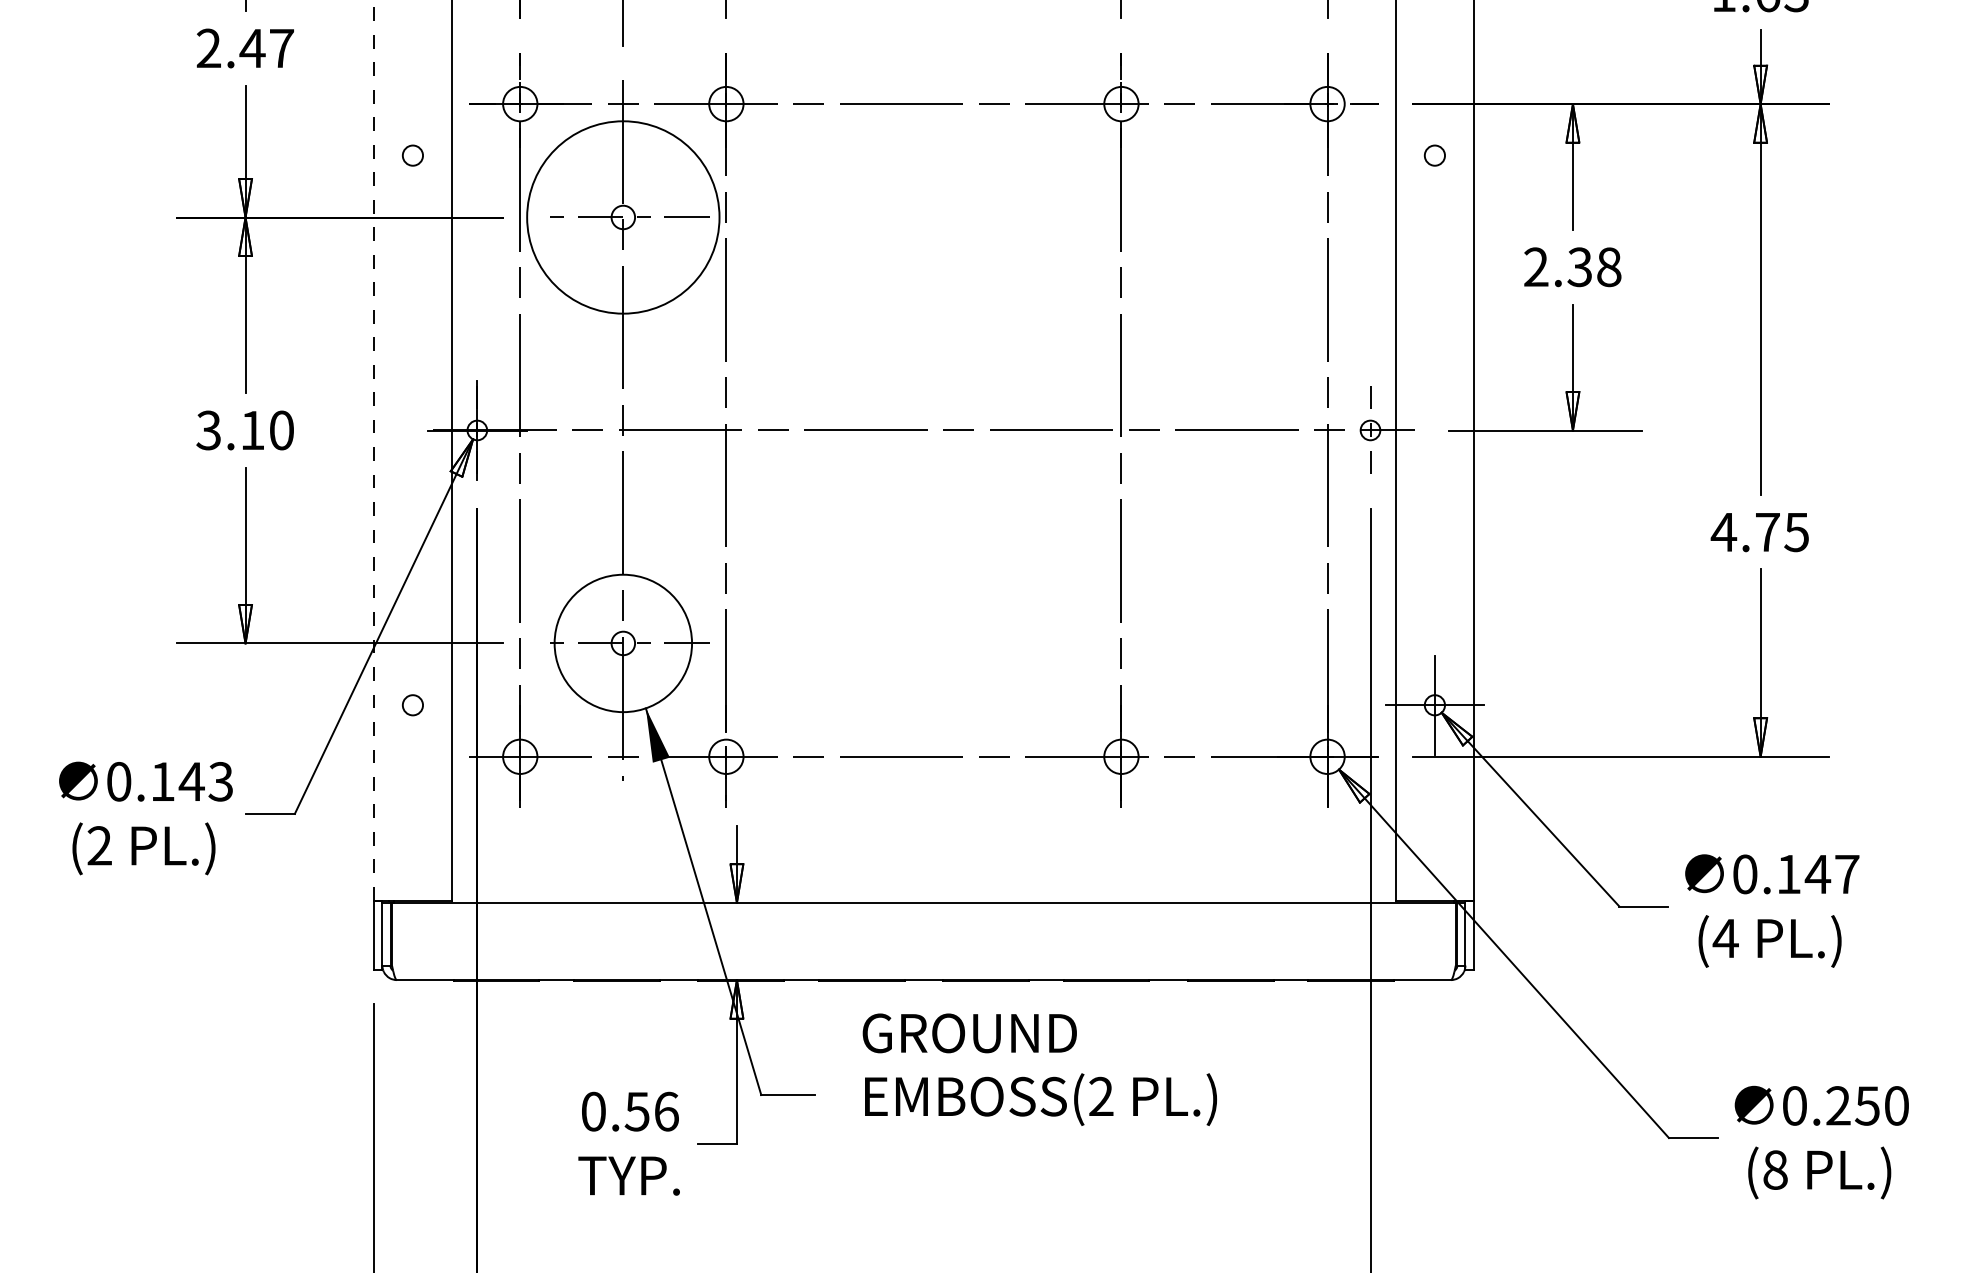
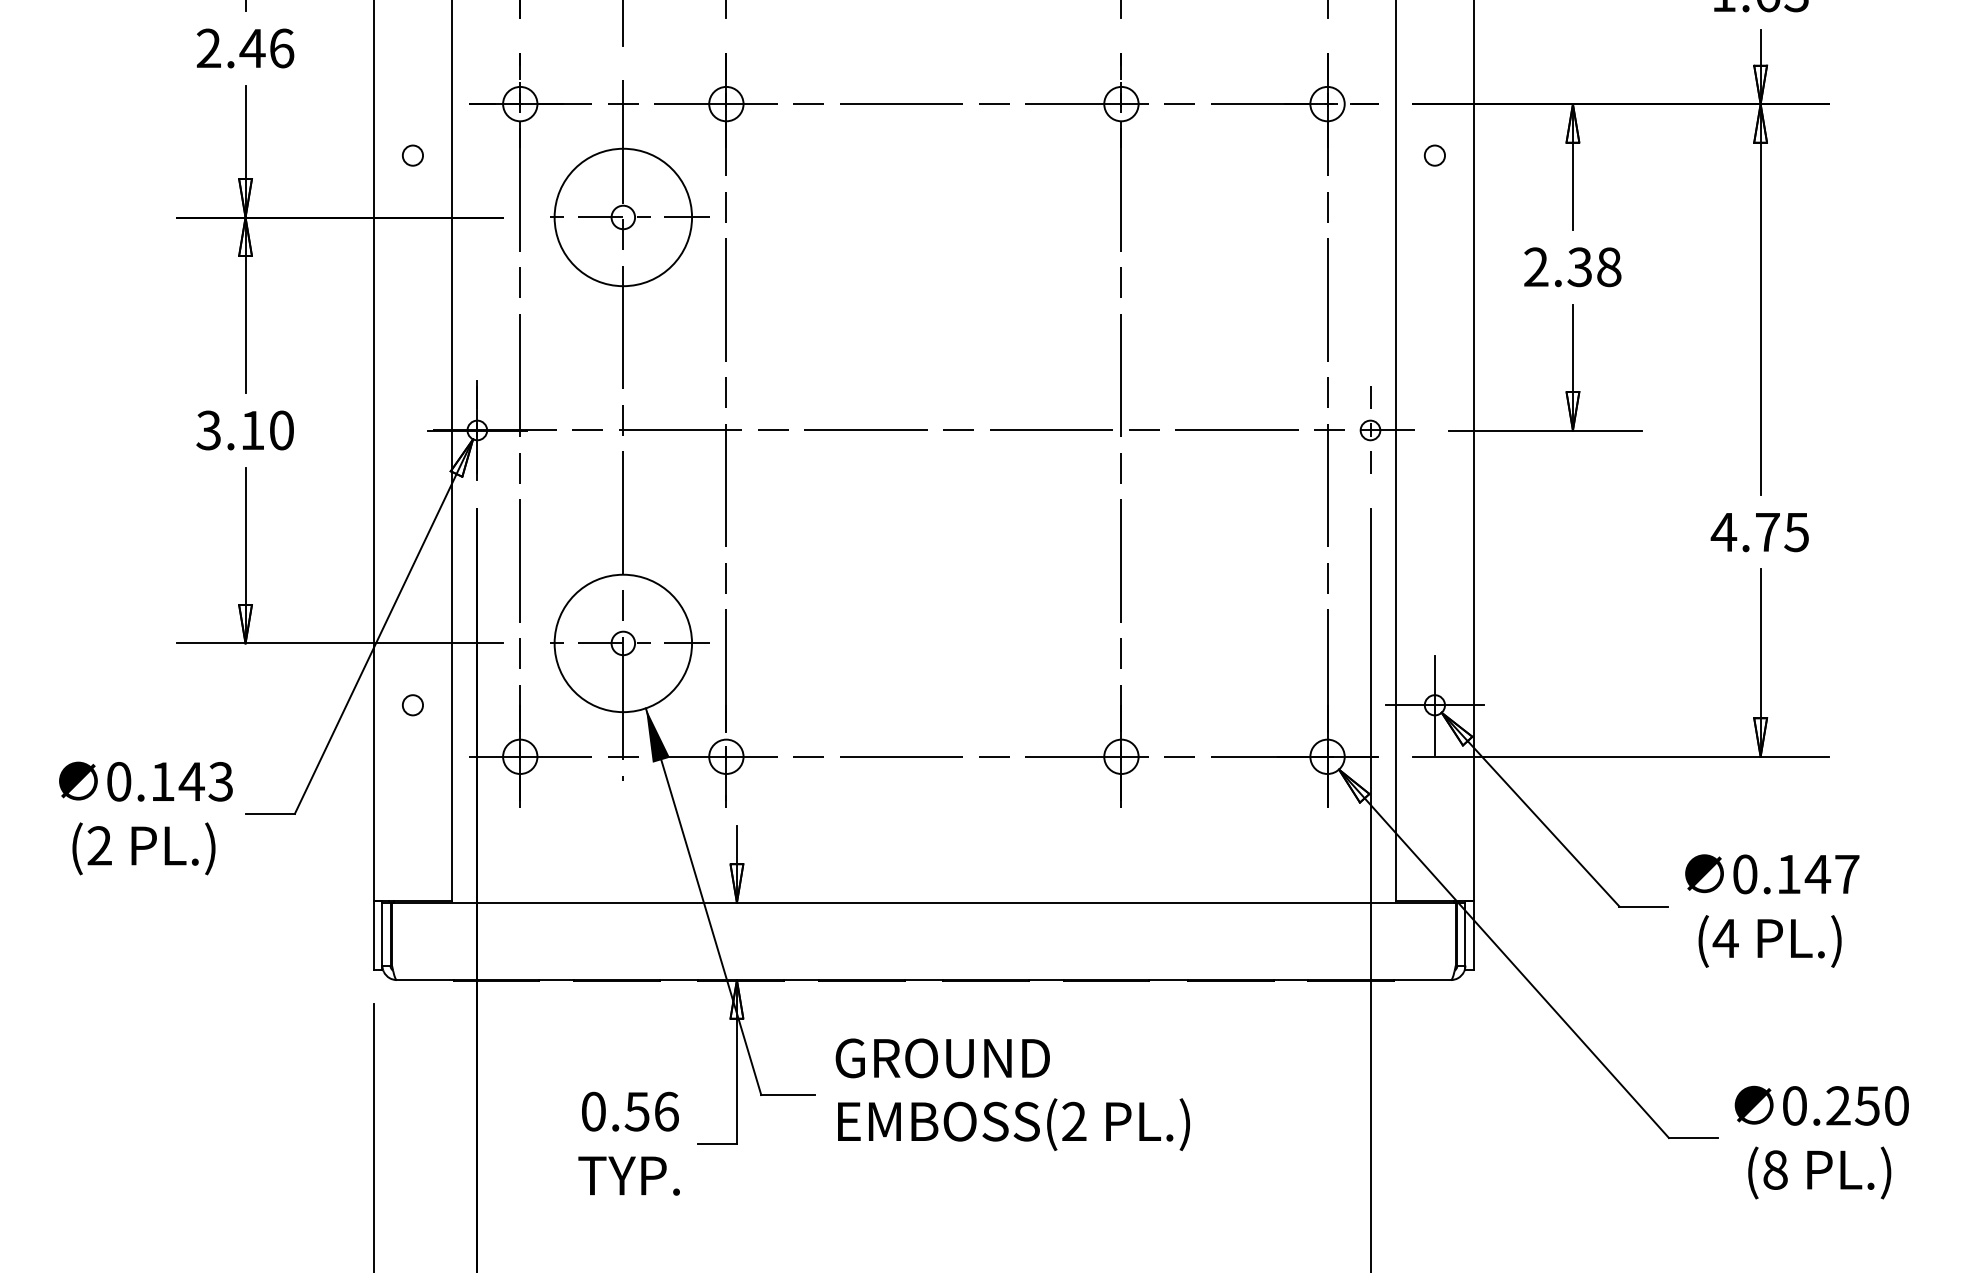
text at (282, 48): 2.47 -> 2.46
circle at (623, 217) diameter: 192 px -> 137 px
line at (374, 449): dashed -> solid
text at (1039, 1069) position: (1039, 1069) -> (1012, 1094)
